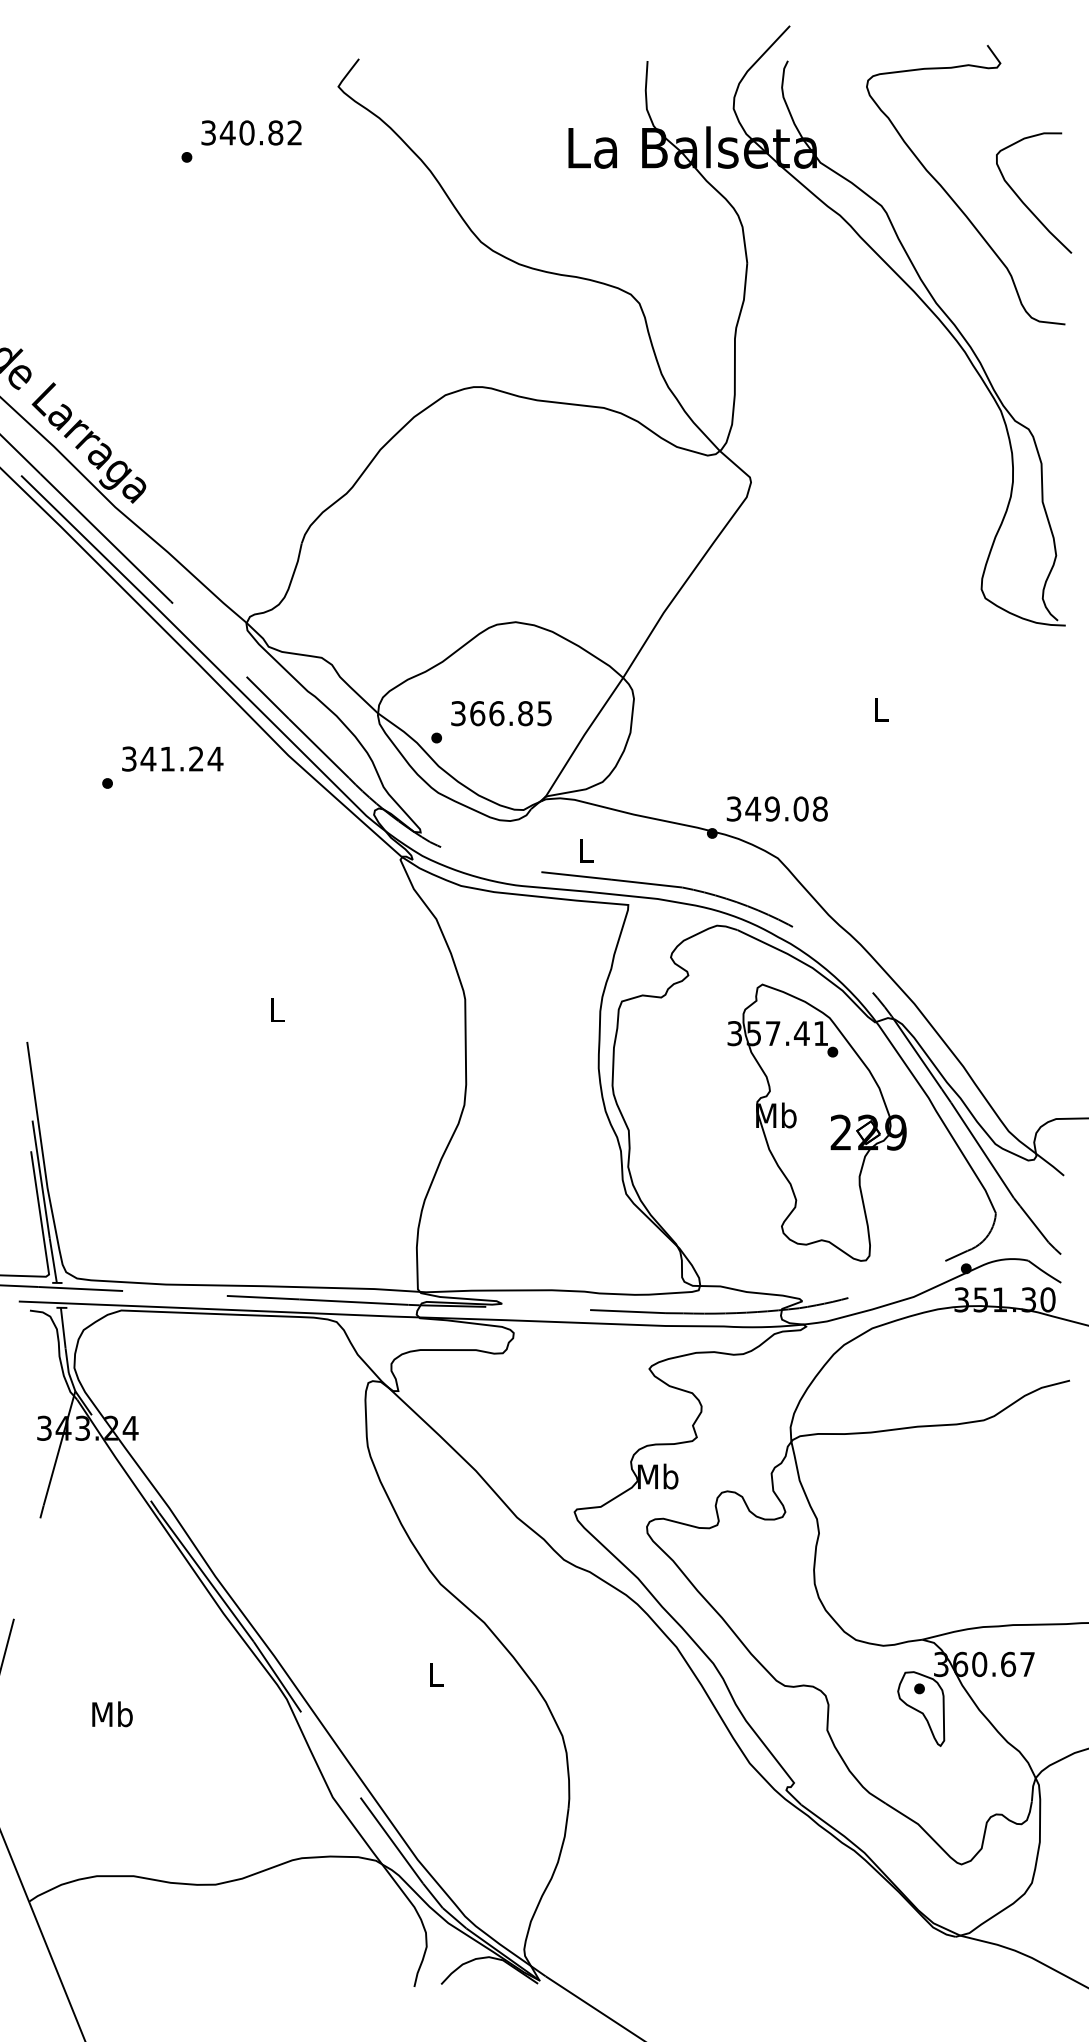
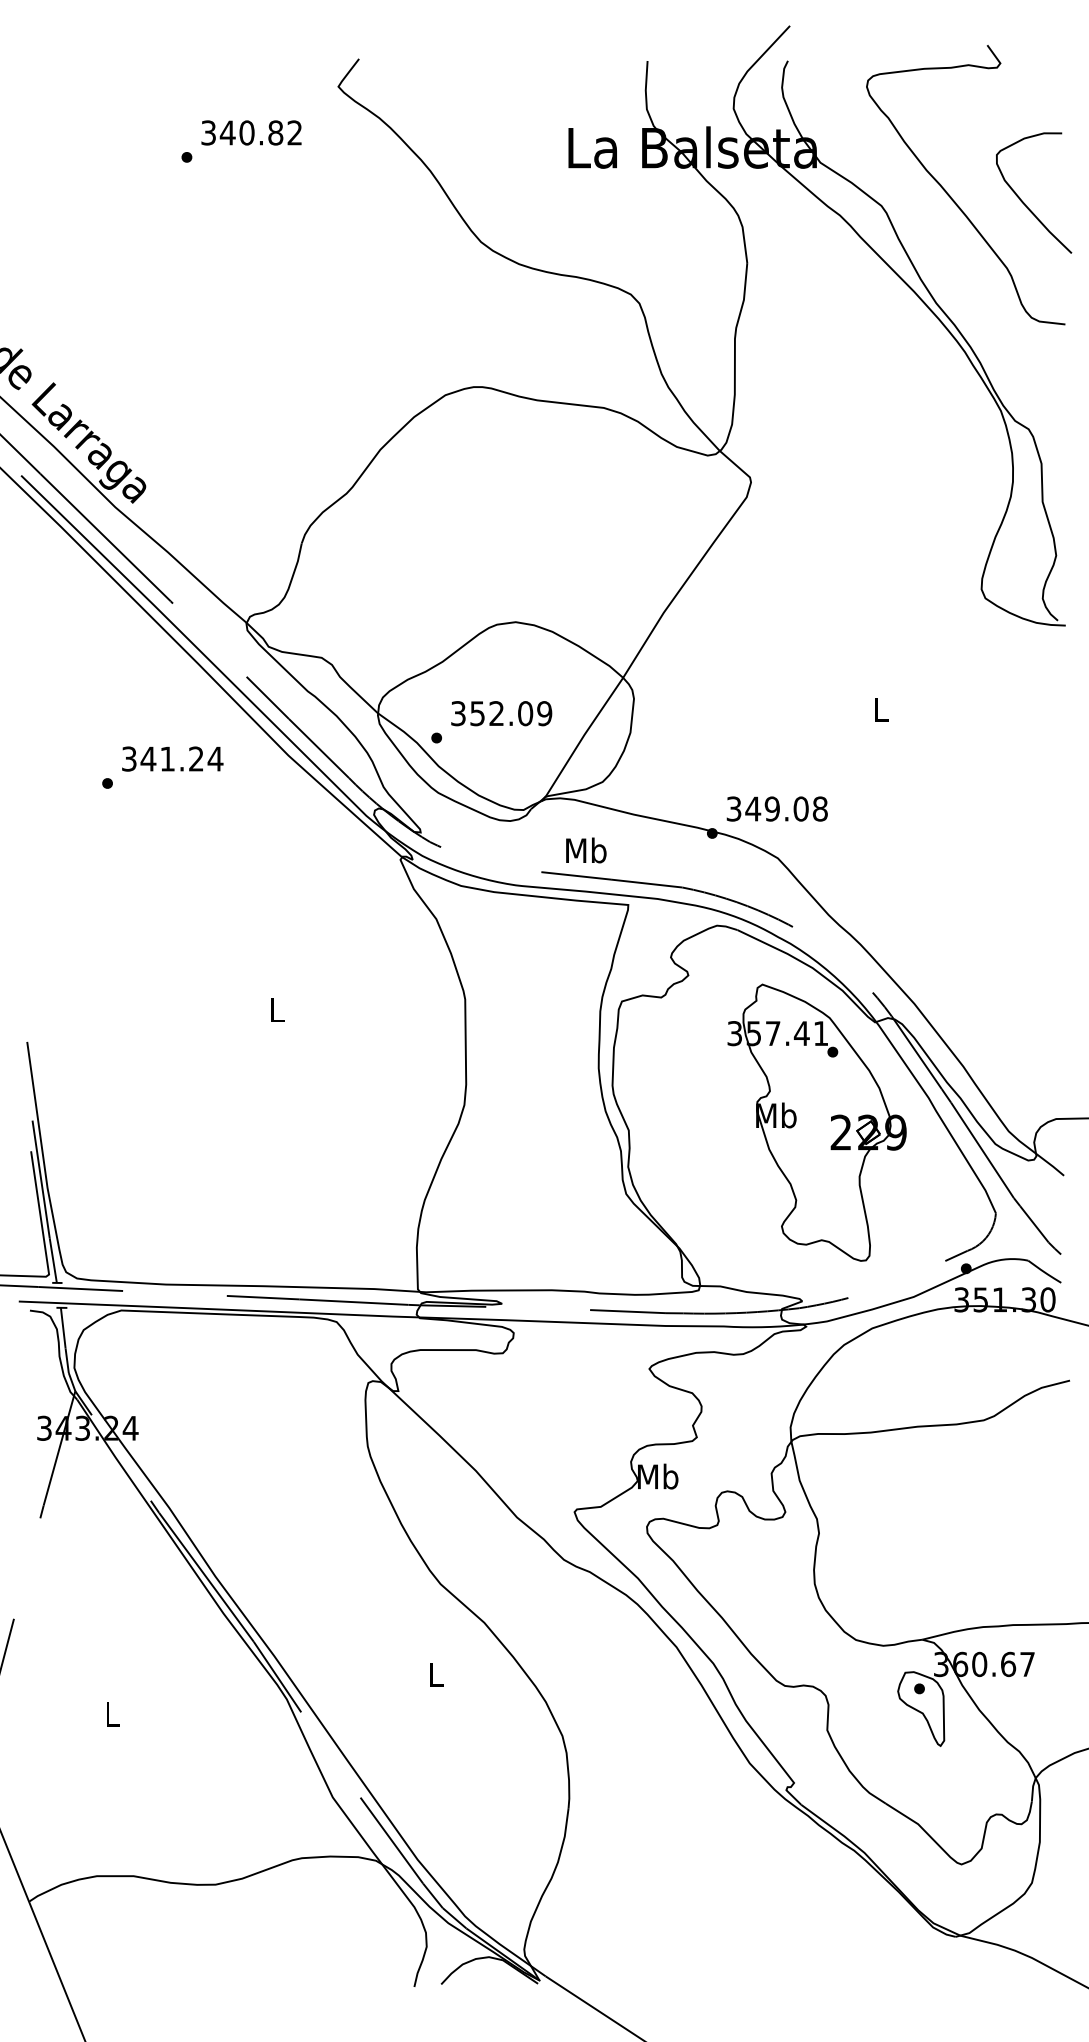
text at (511, 713): 366.85 -> 352.09
text at (586, 850): L -> Mb
text at (112, 1714): Mb -> L
